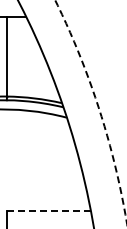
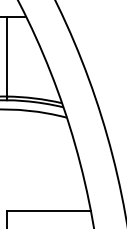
circle at (90, 111): dashed -> solid
line at (48, 211): dashed -> solid
